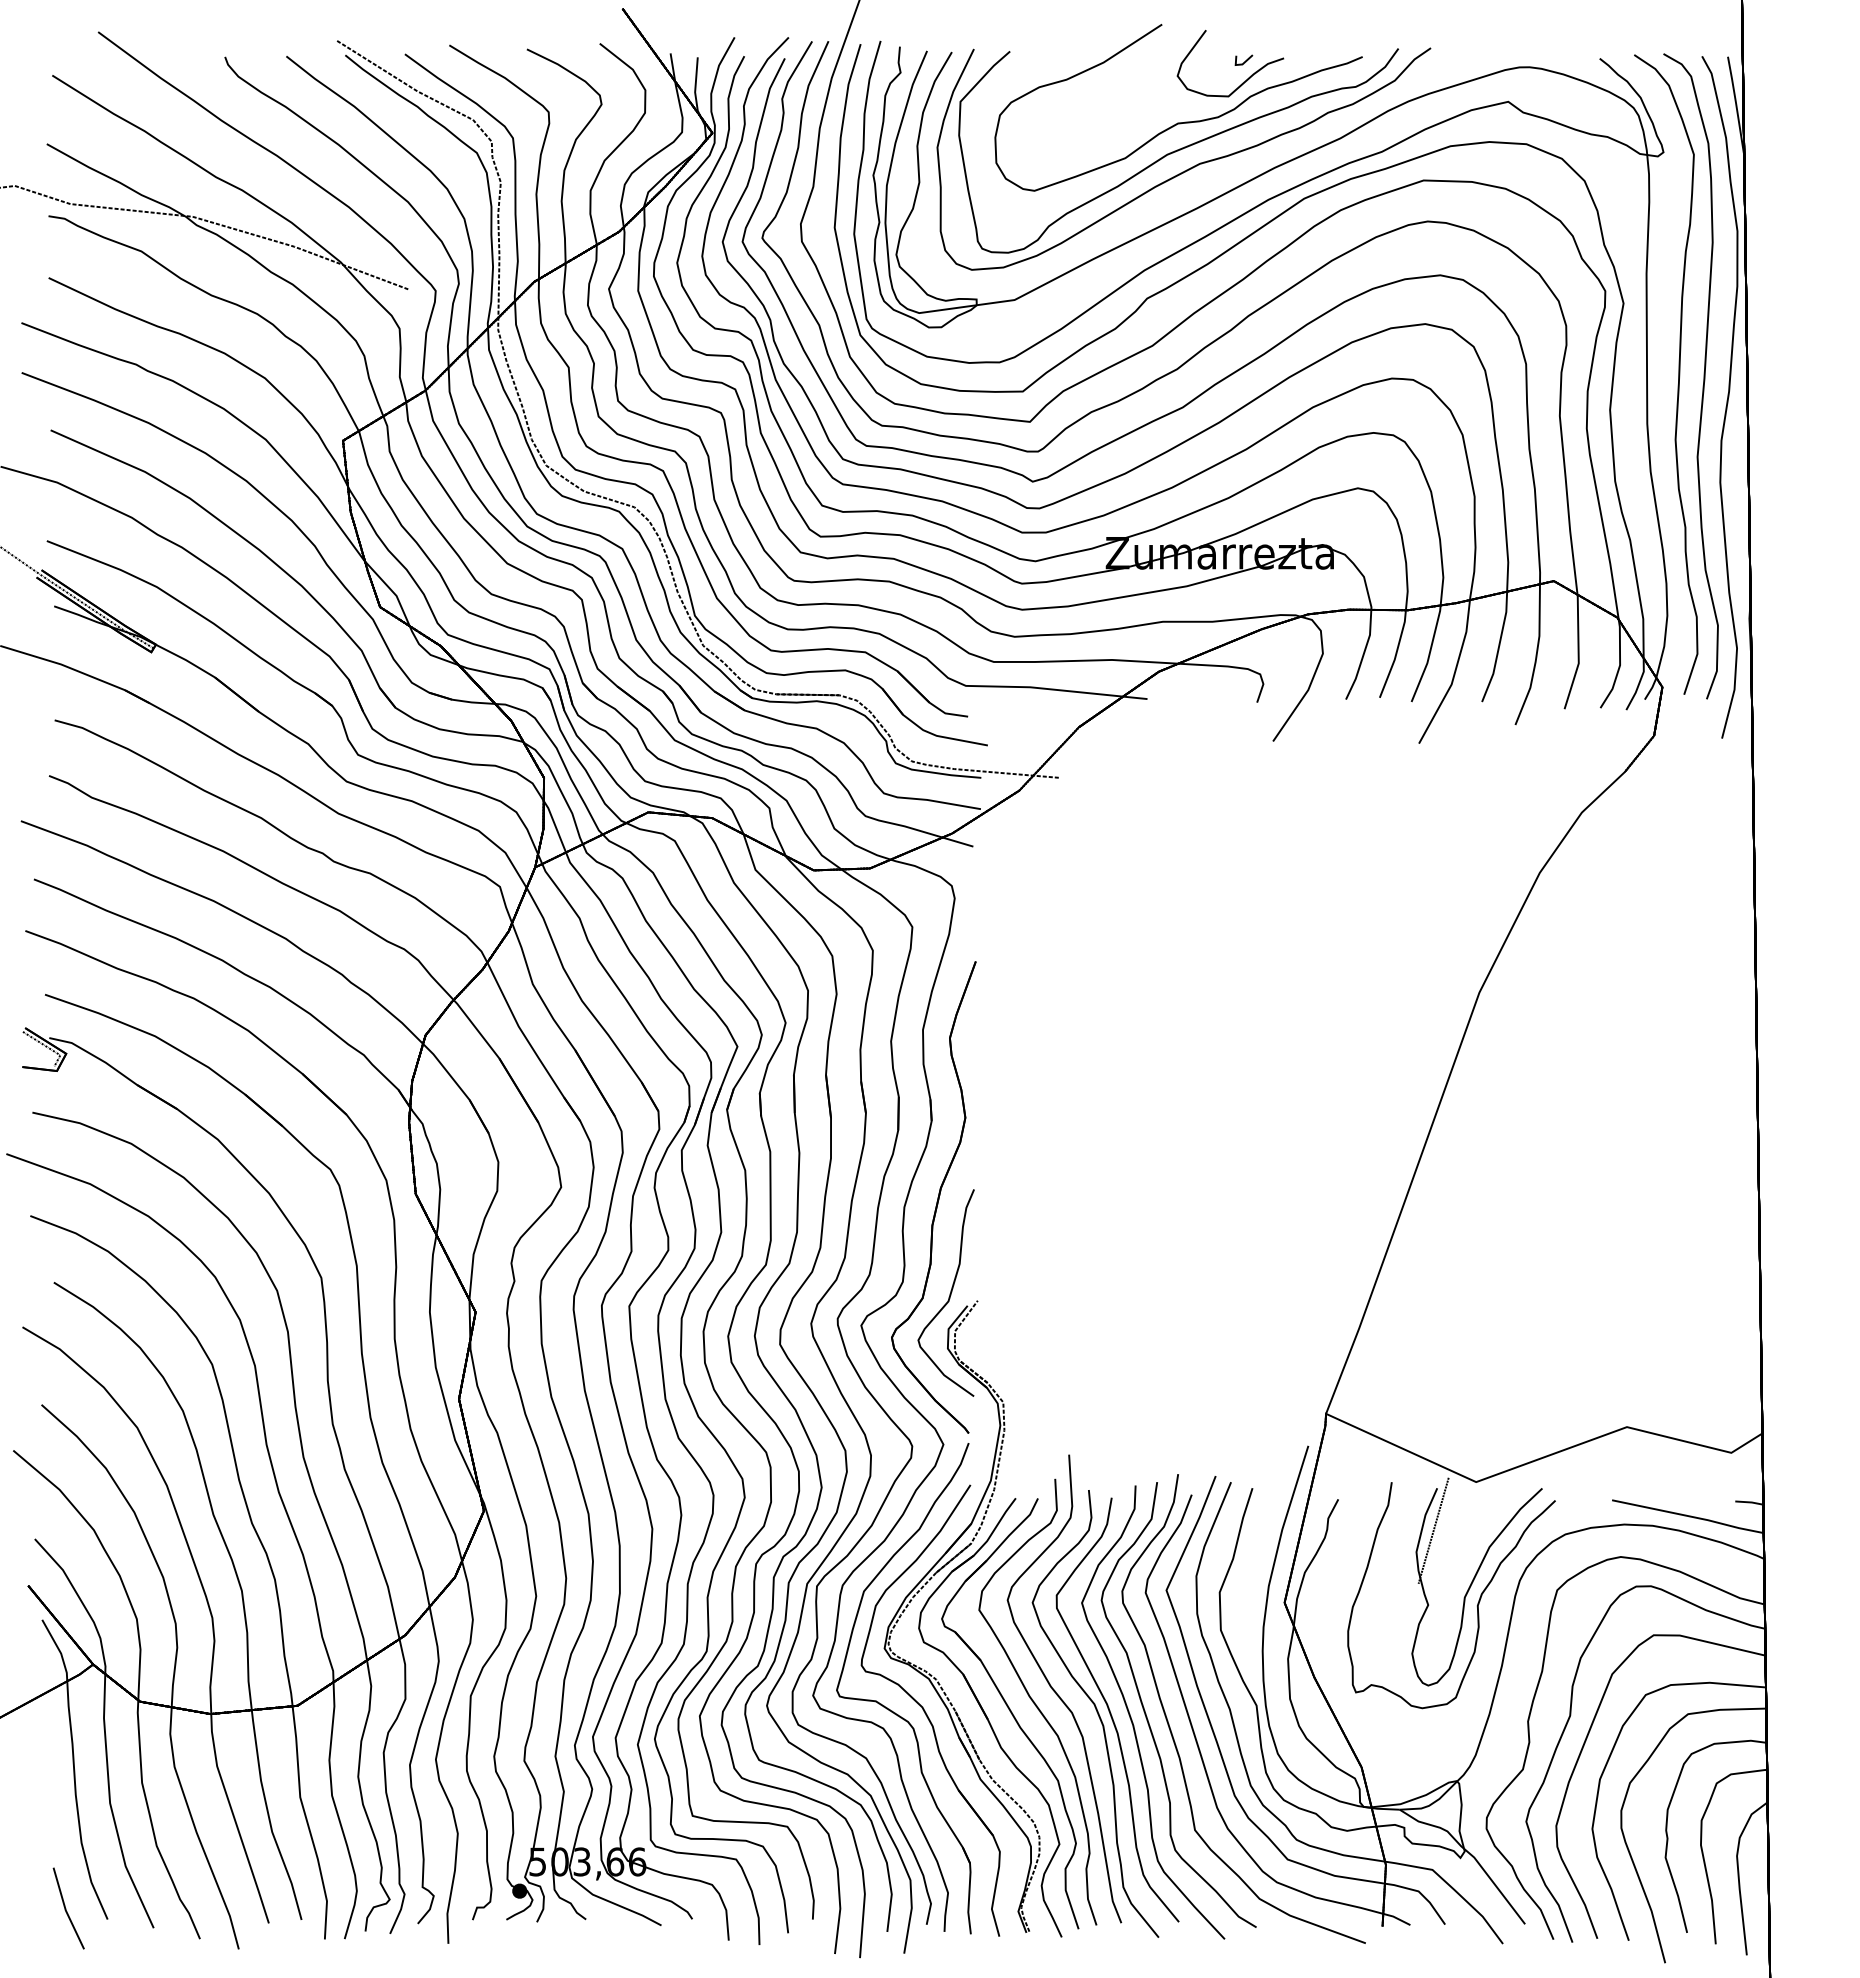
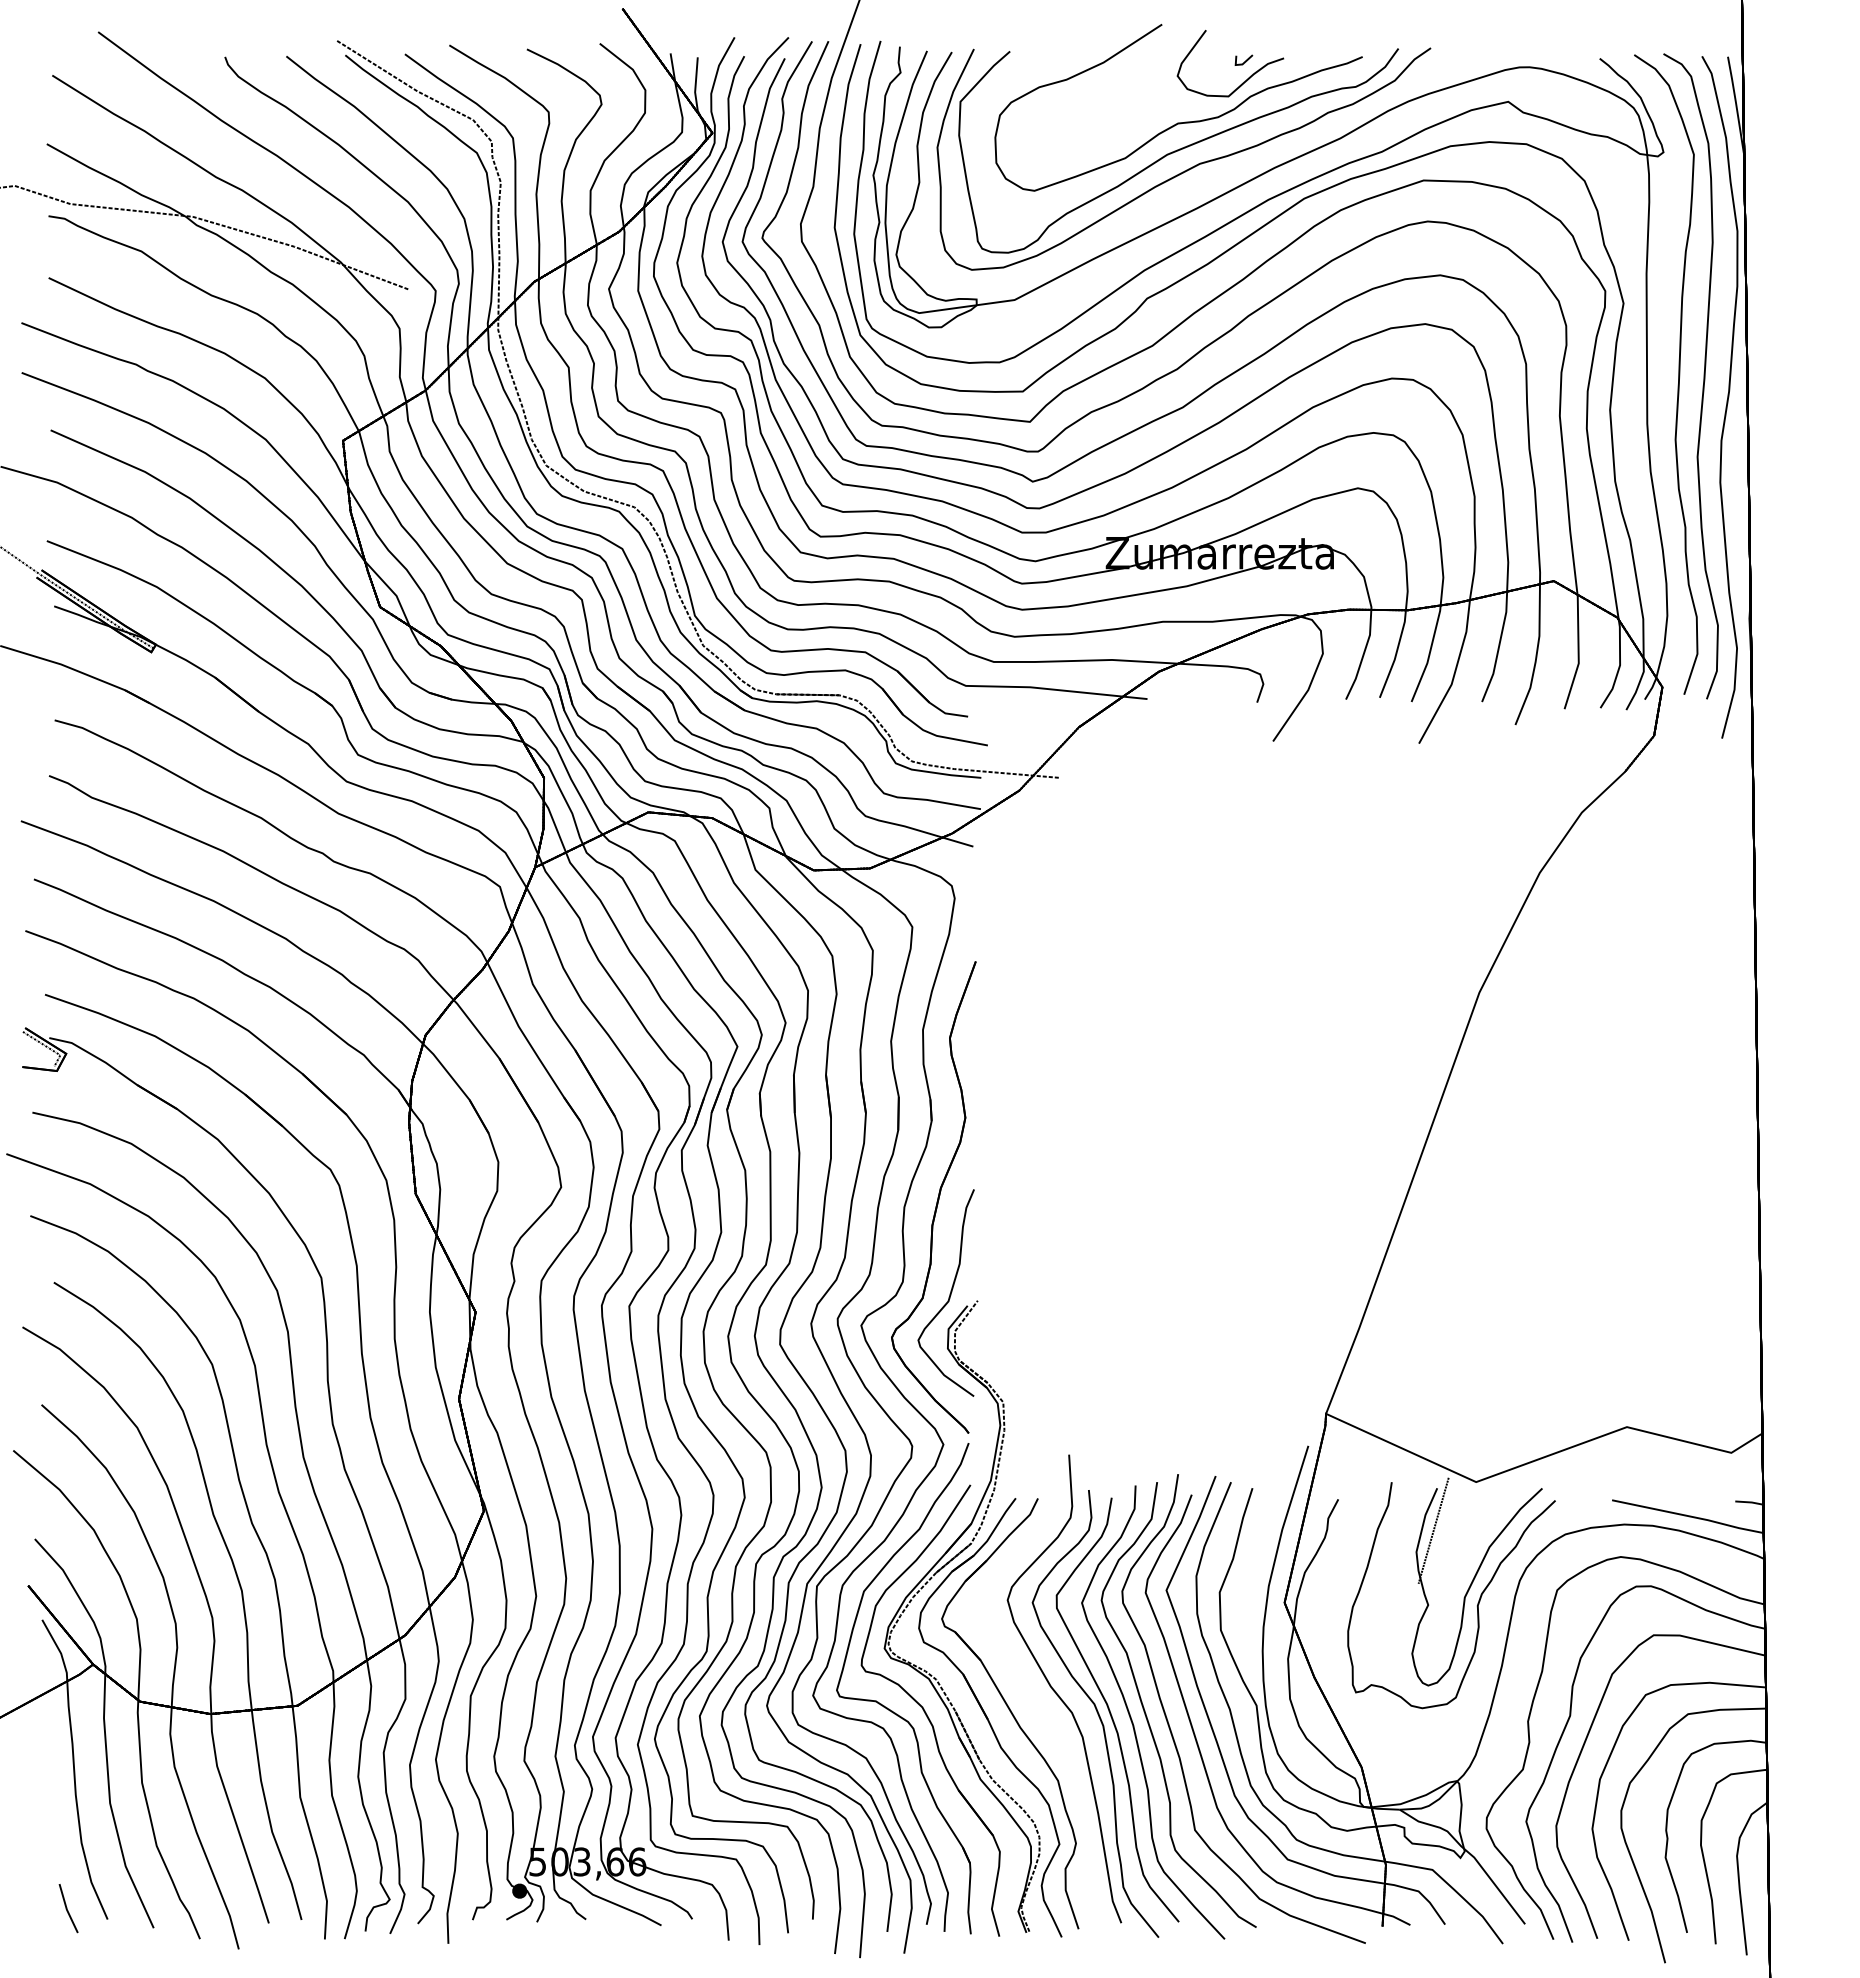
part at (1037, 1701): present -> none
part at (68, 1908) size: 33x83 px -> 21x50 px
